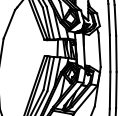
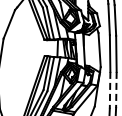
line at (110, 90): solid -> dashed
line at (116, 90): solid -> dashed
